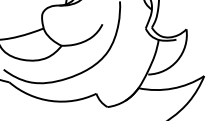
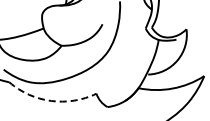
arc at (51, 100): solid -> dashed
